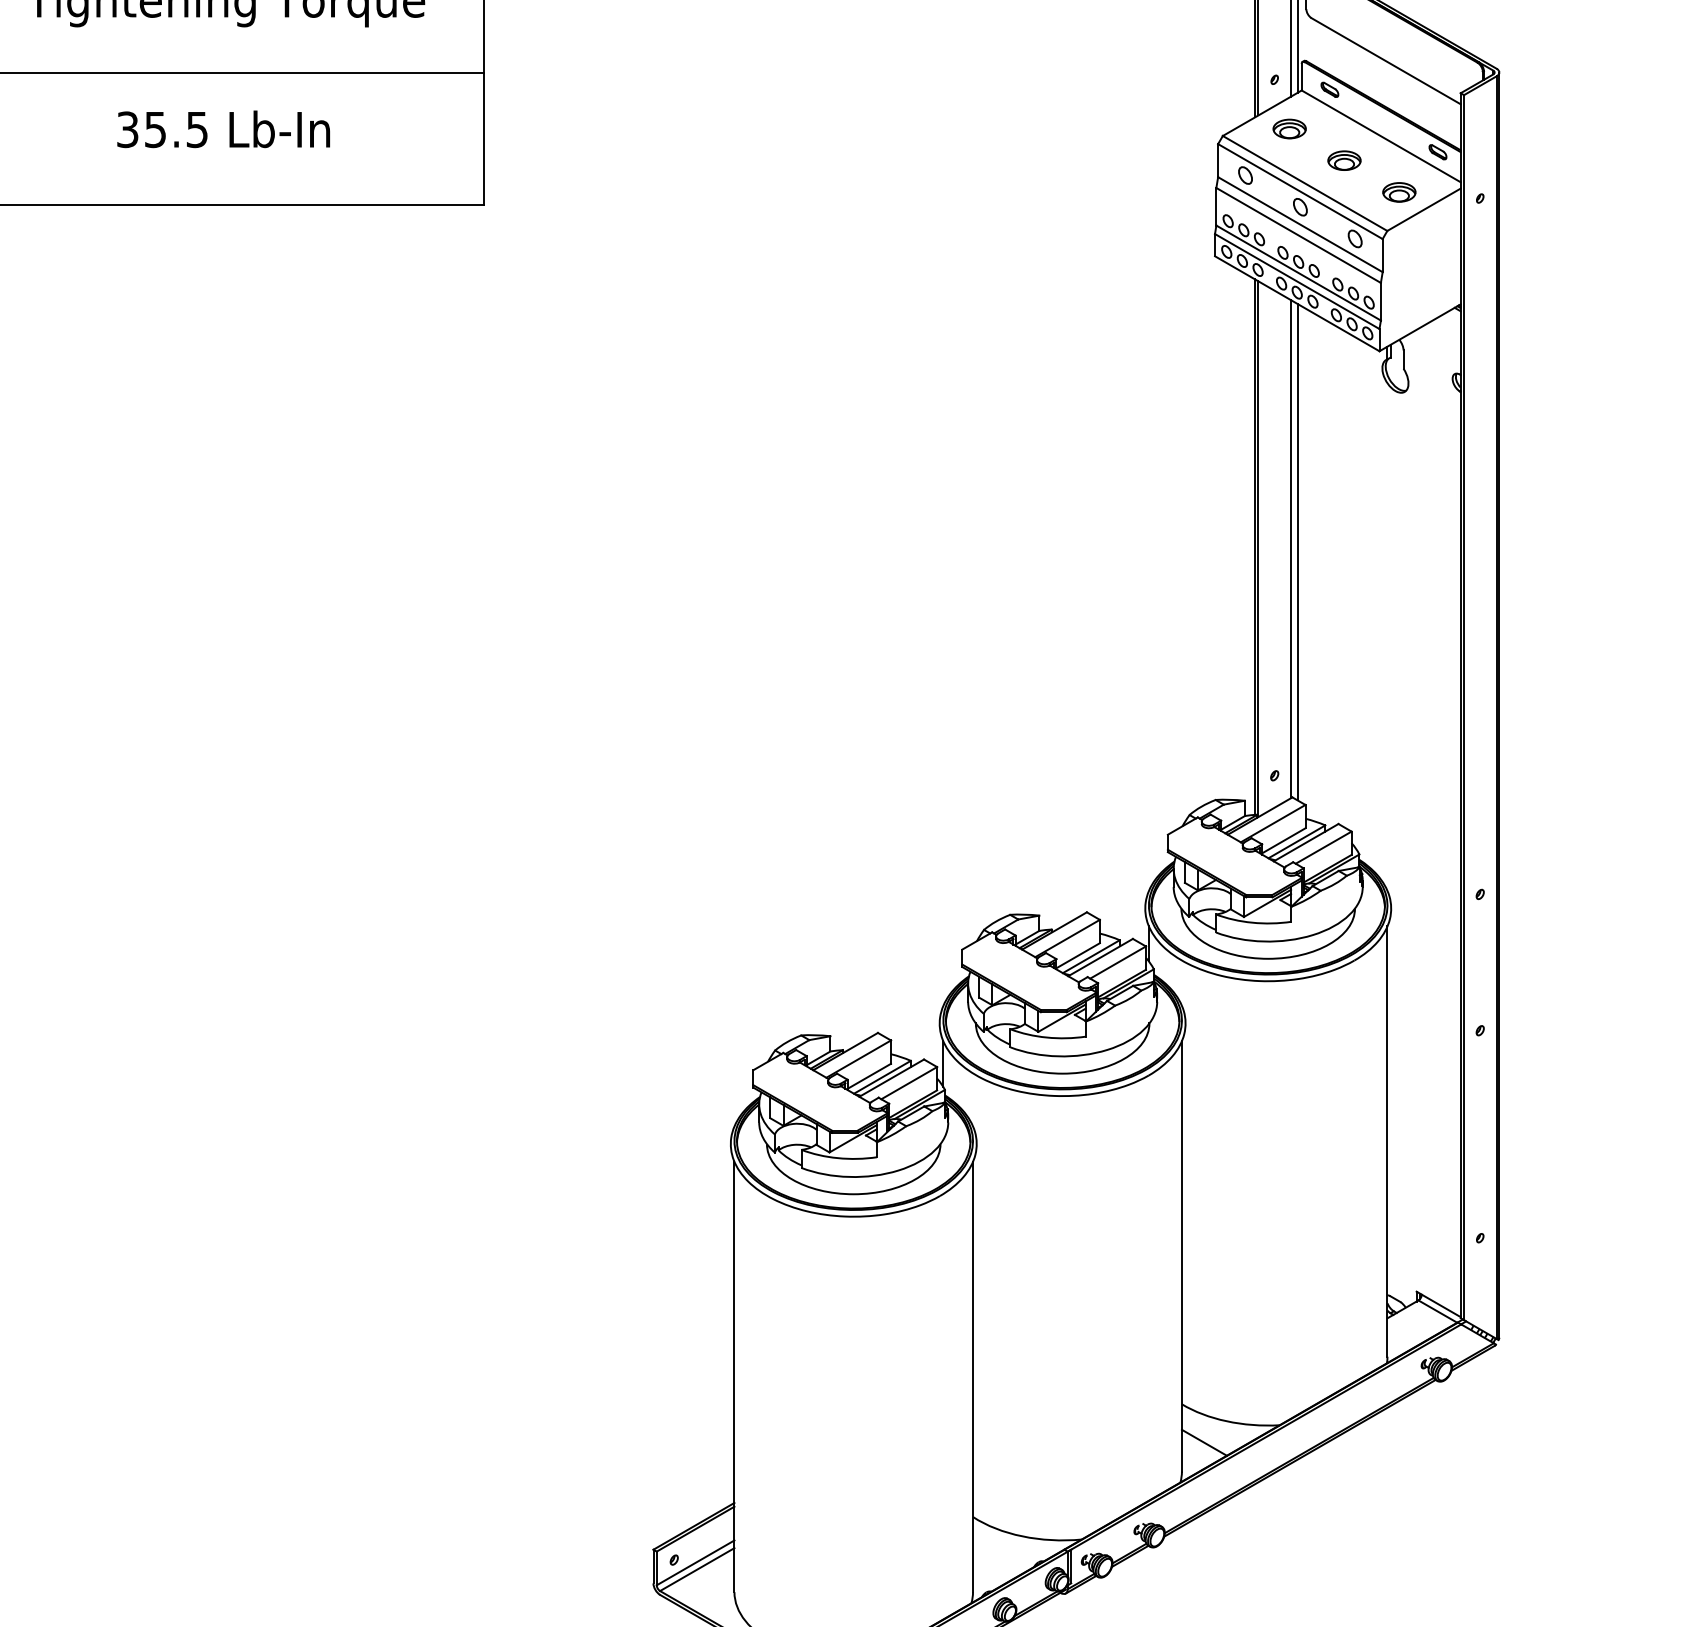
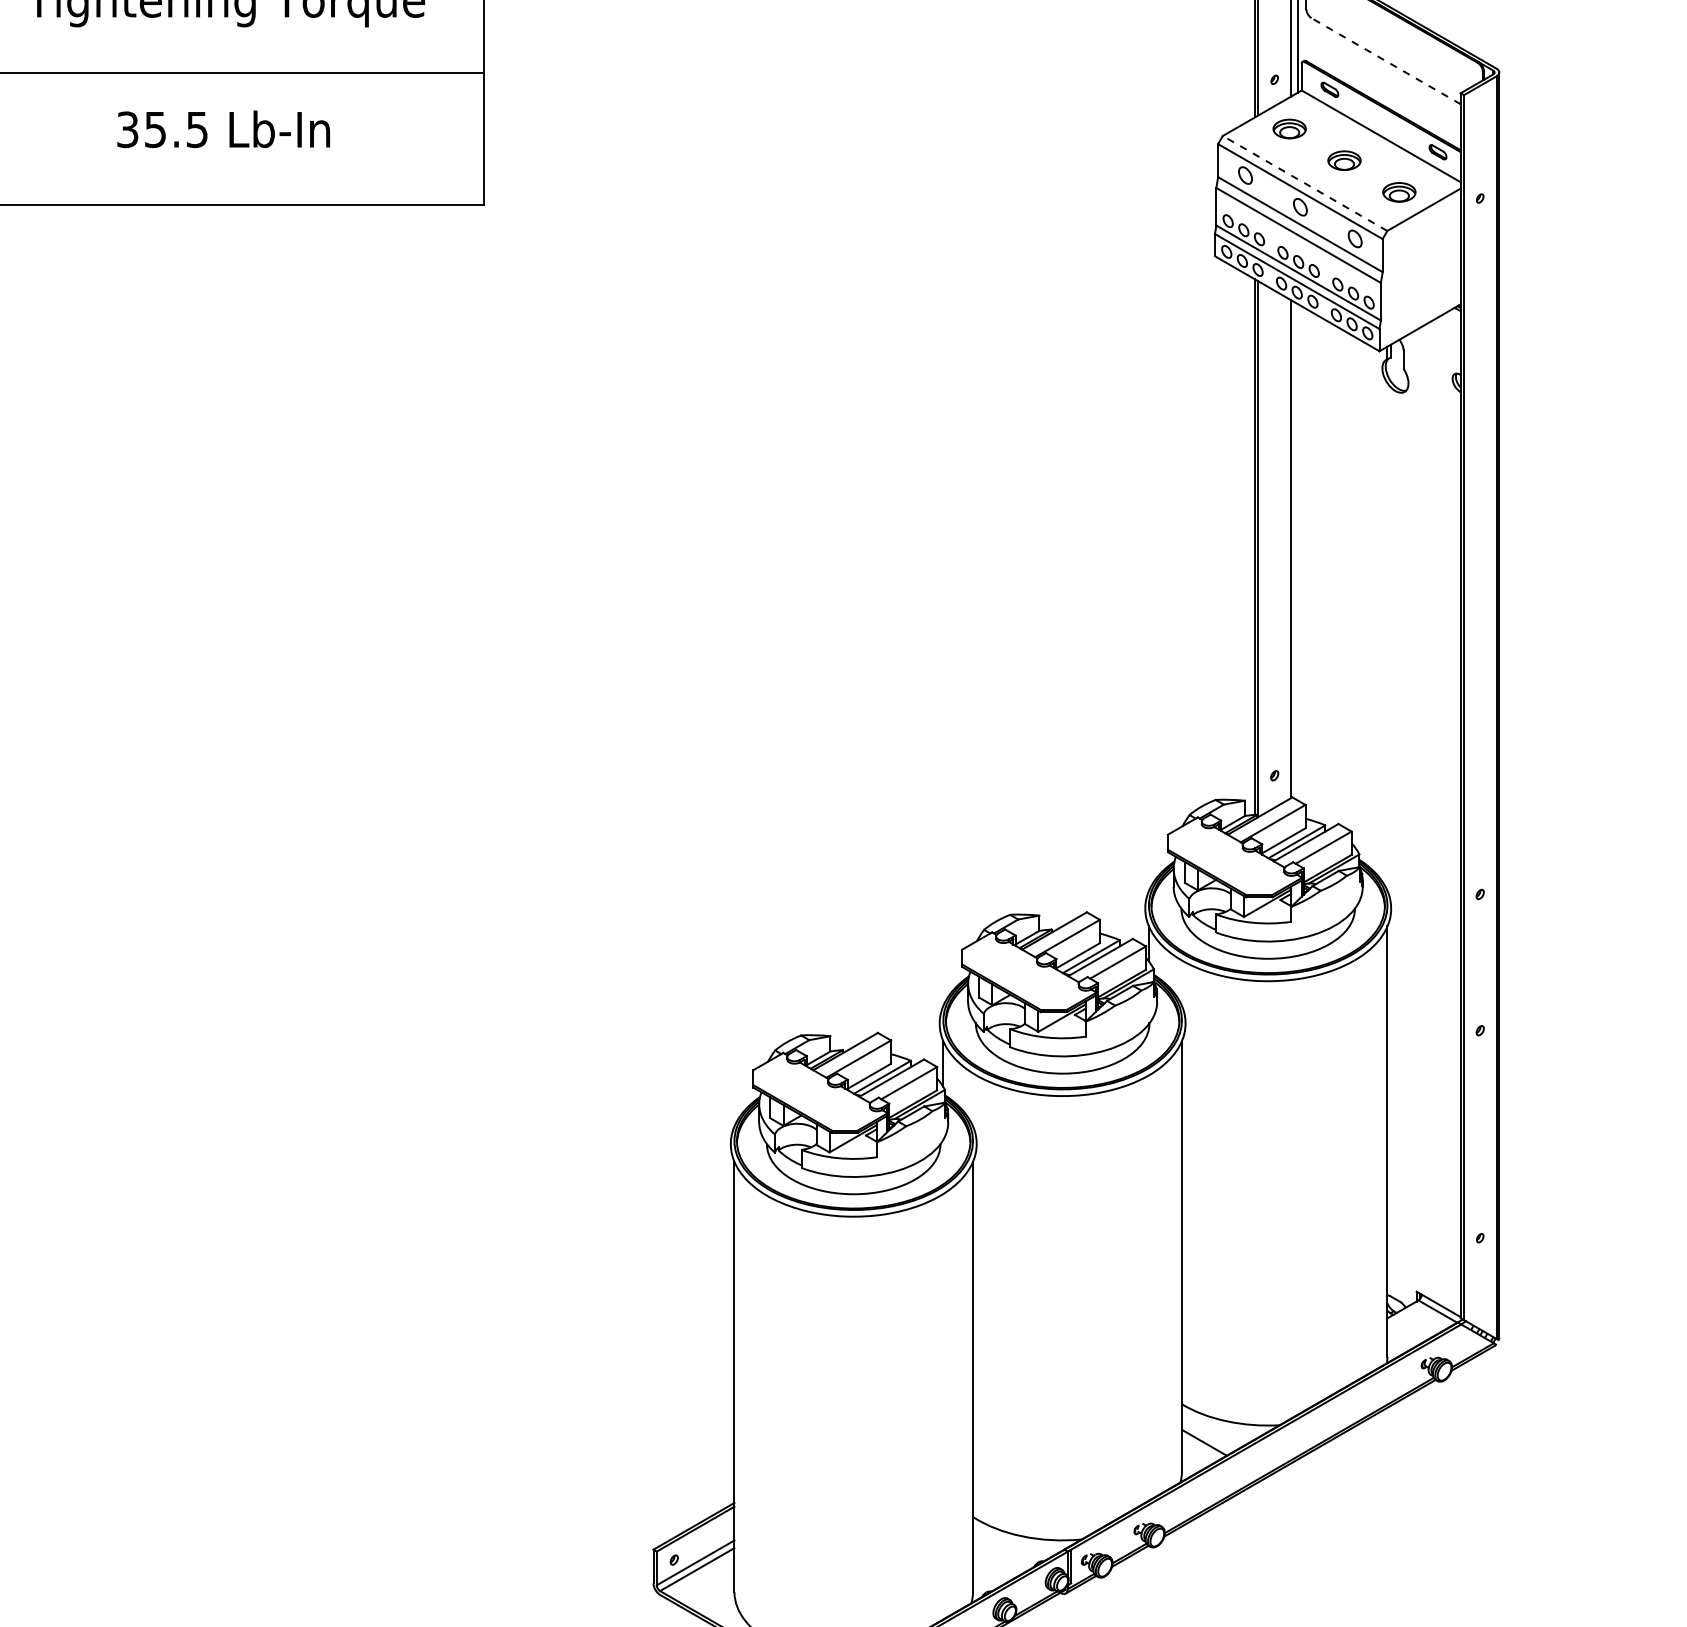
line at (1385, 60): solid -> dashed
line at (1305, 183): solid -> dashed
line at (1297, 552): present -> none
